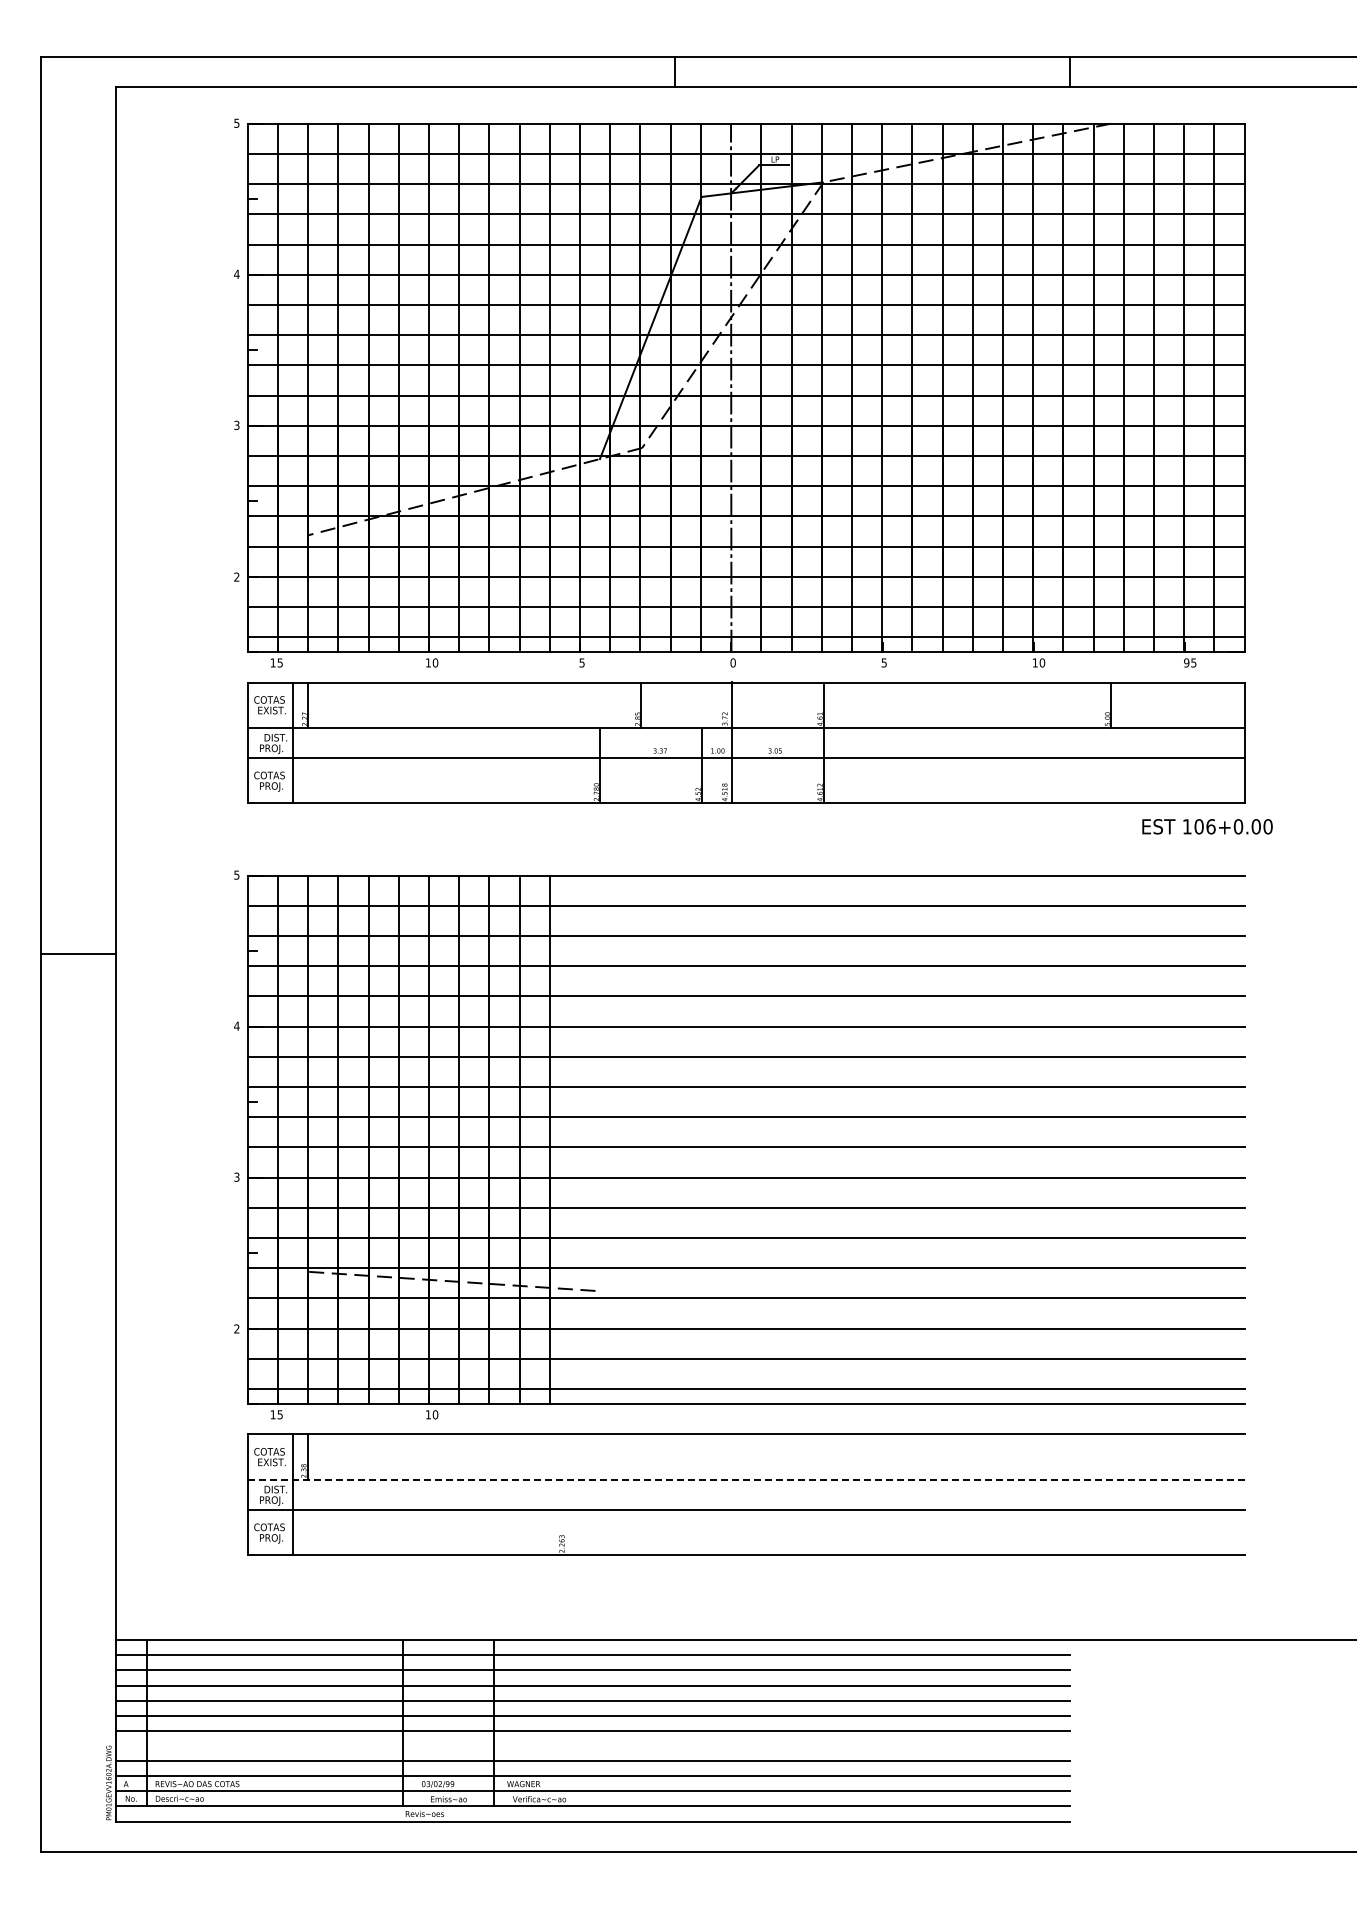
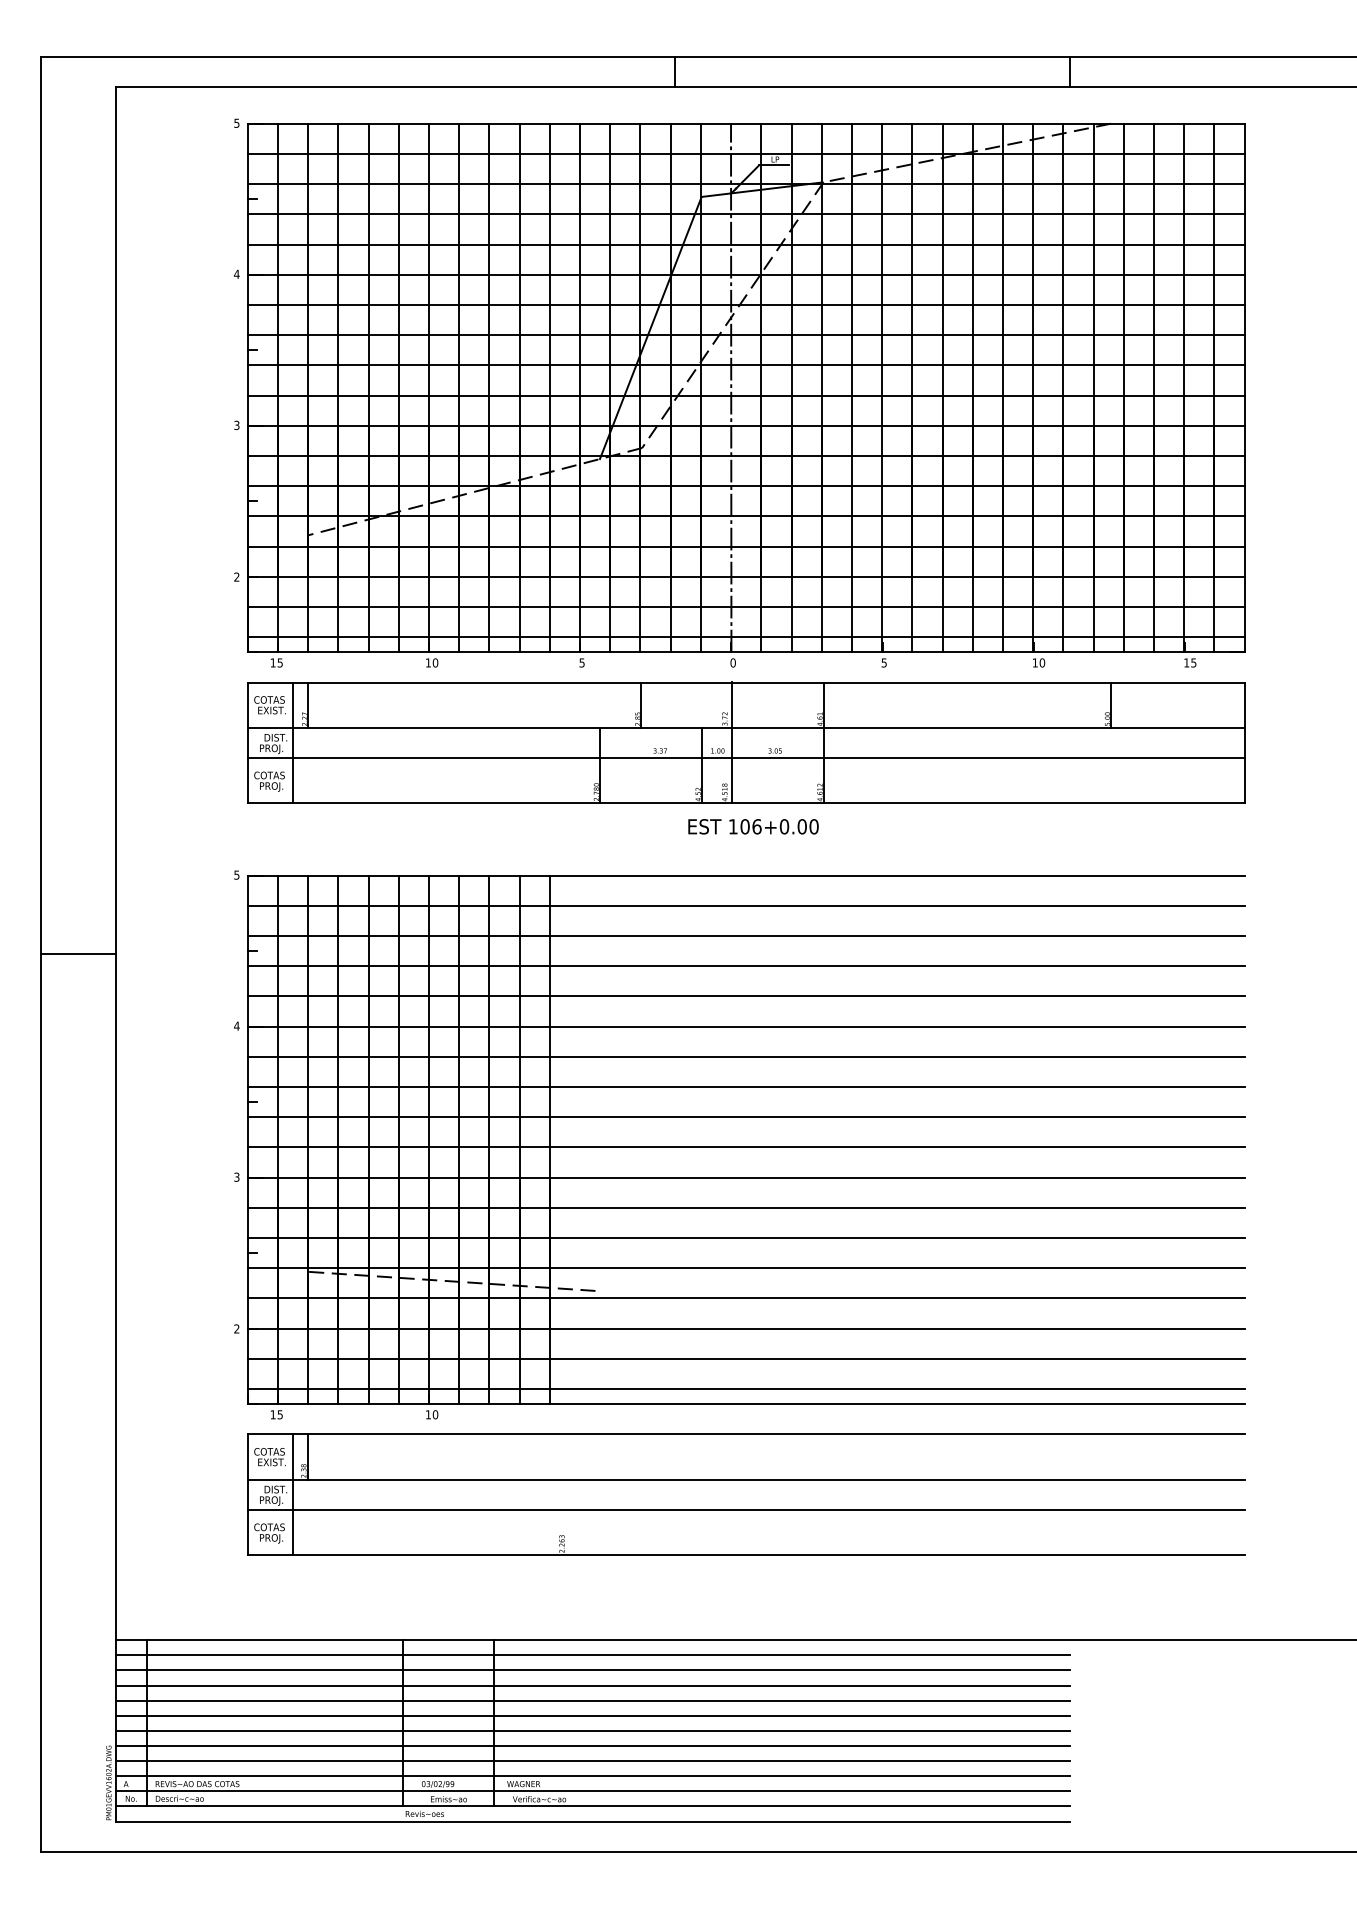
text at (1186, 662): 95 -> 15
text at (1207, 826) position: (1207, 826) -> (753, 826)
line at (745, 1479): dashed -> solid
line at (592, 1745): none -> present
